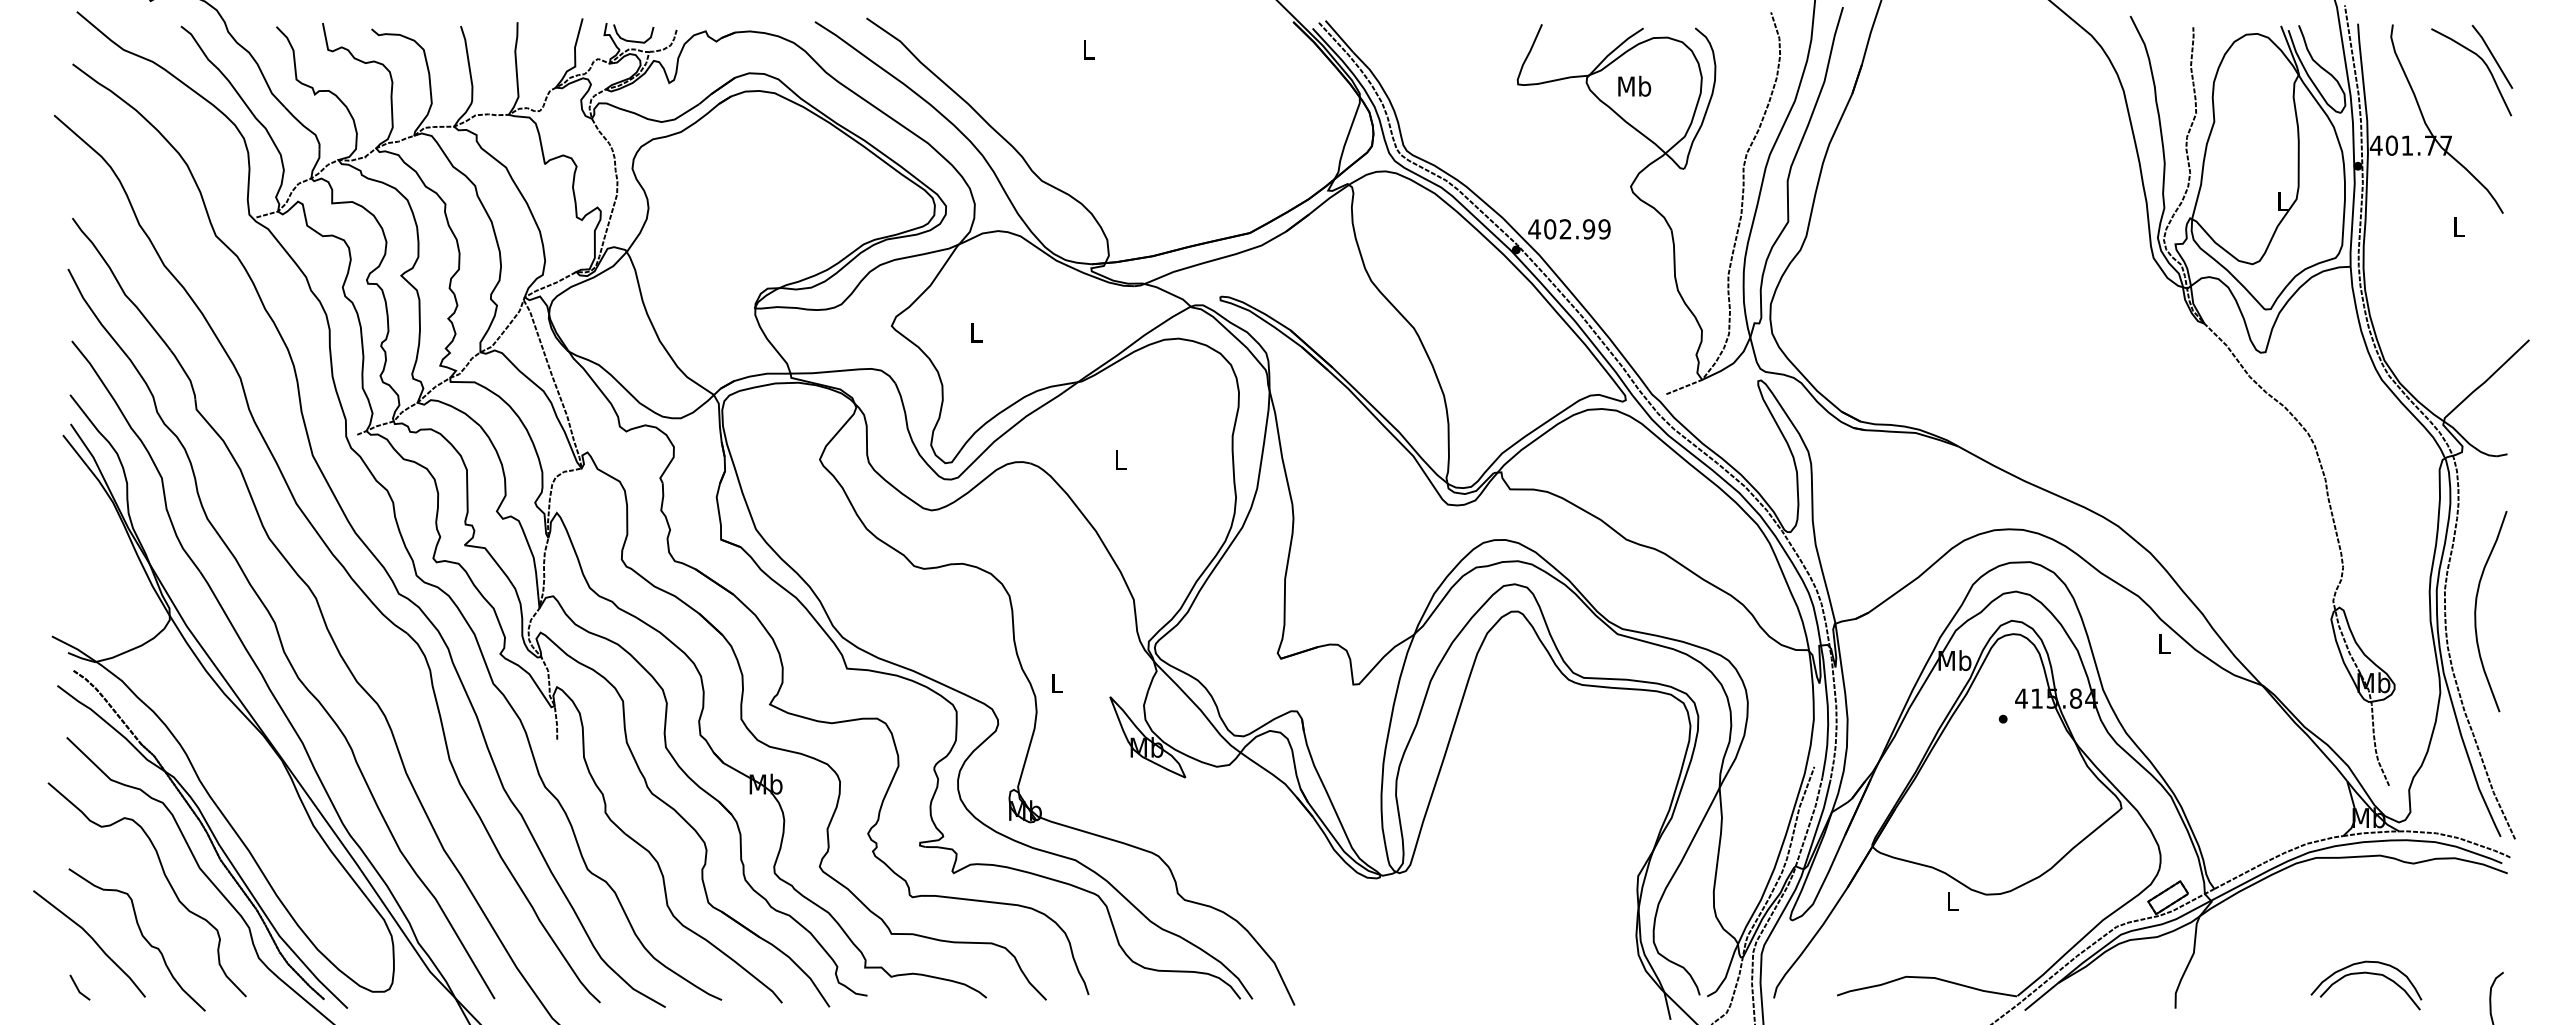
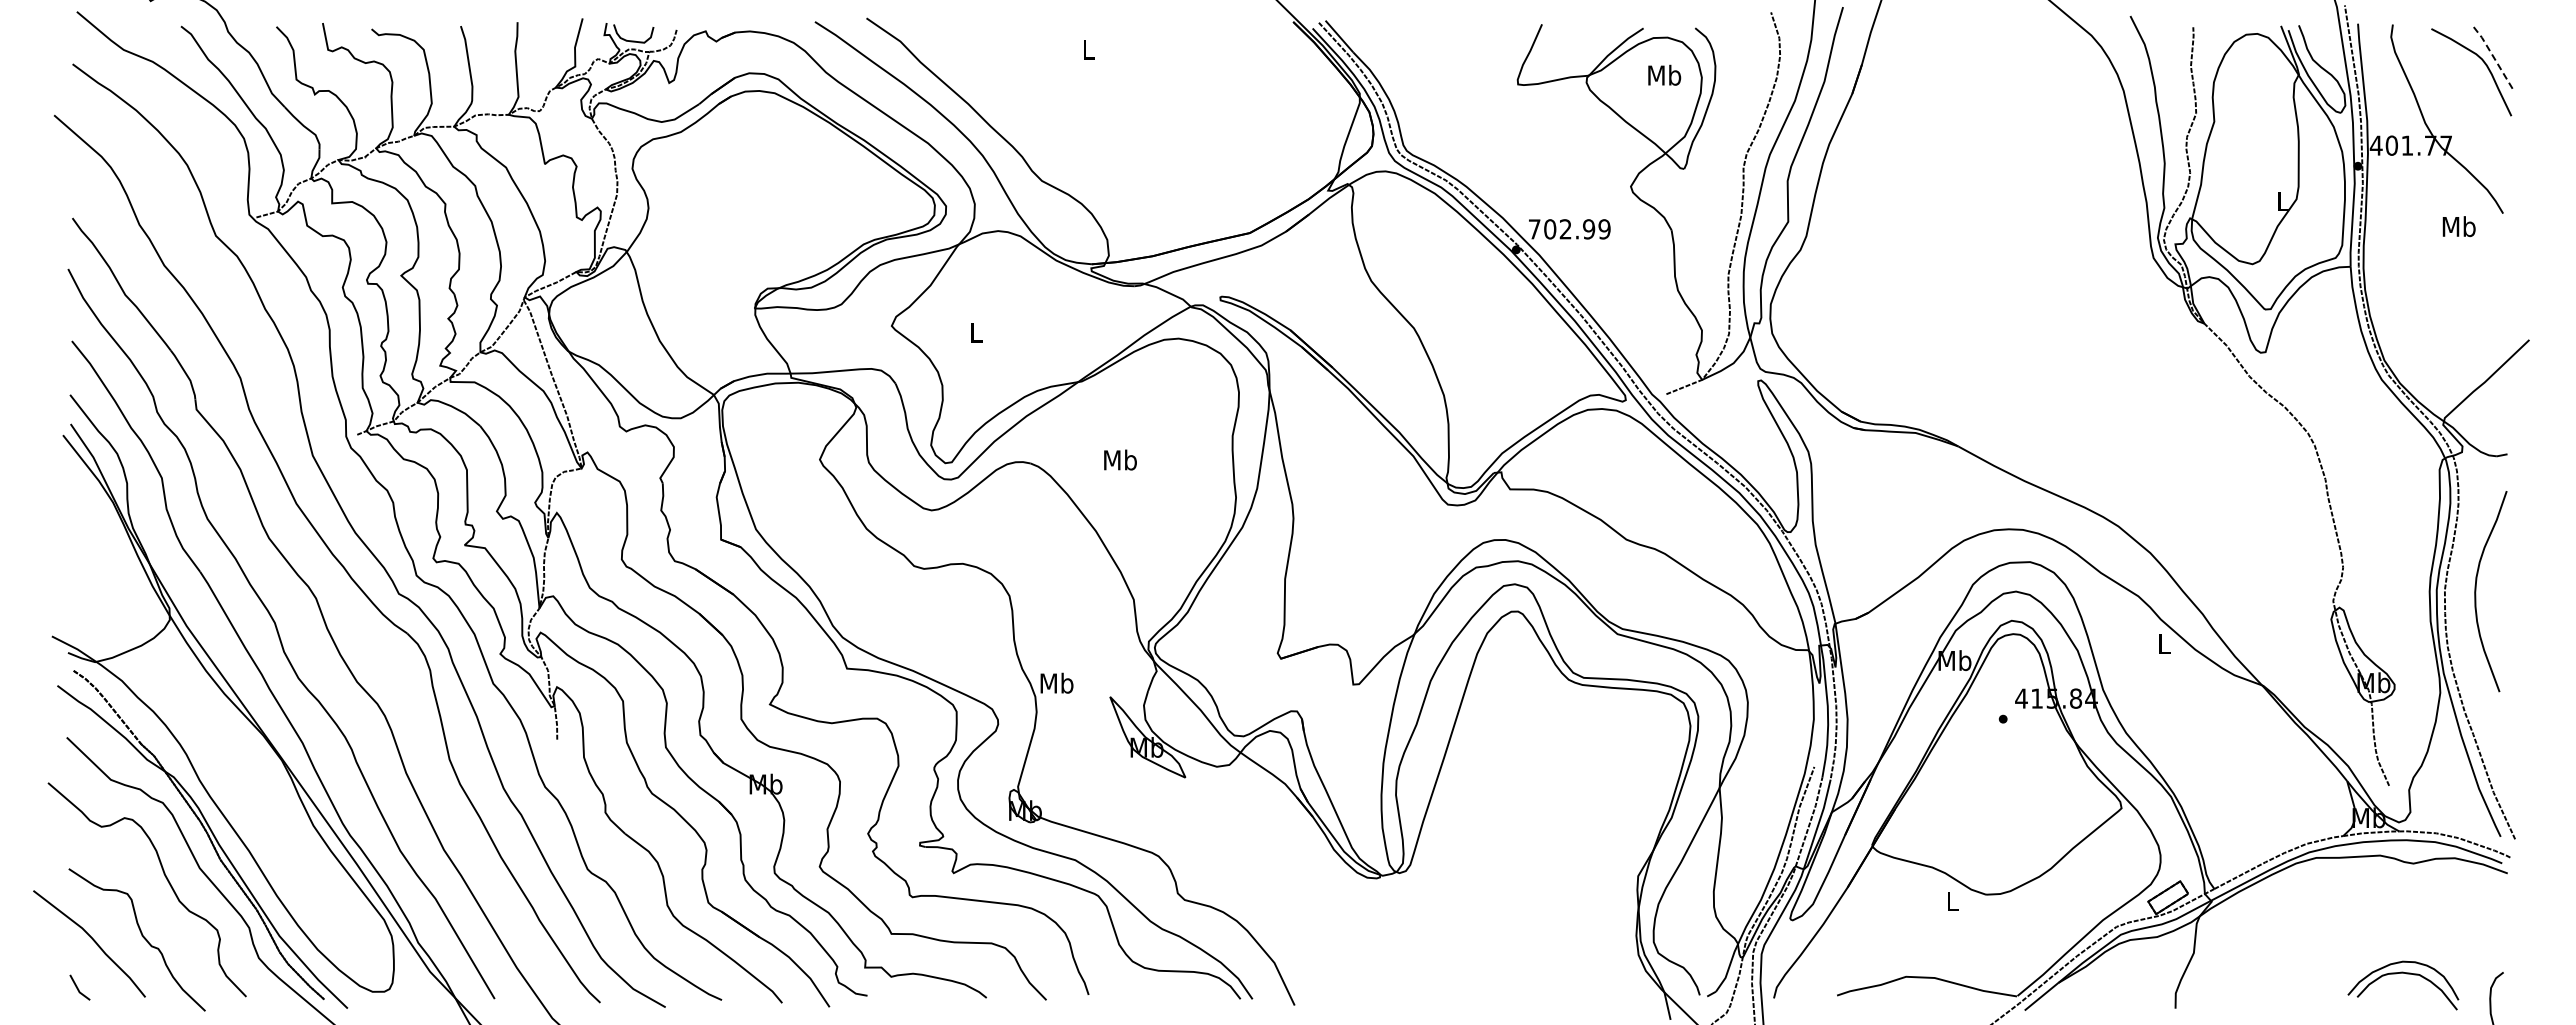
line at (2492, 55): solid -> dashed
text at (1634, 85) position: (1634, 85) -> (1664, 74)
text at (2458, 226): L -> Mb
text at (1534, 229): 402.99 -> 702.99
text at (1120, 459): L -> Mb
curve at (2476, 611) position: (2476, 611) -> (2476, 591)
text at (1056, 682): L -> Mb
part at (2369, 974) position: (2369, 974) -> (2406, 974)
